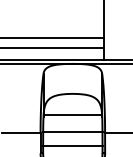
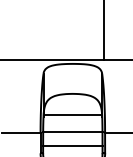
line at (52, 38): present -> none
line at (52, 48): present -> none
line at (65, 63): present -> none
